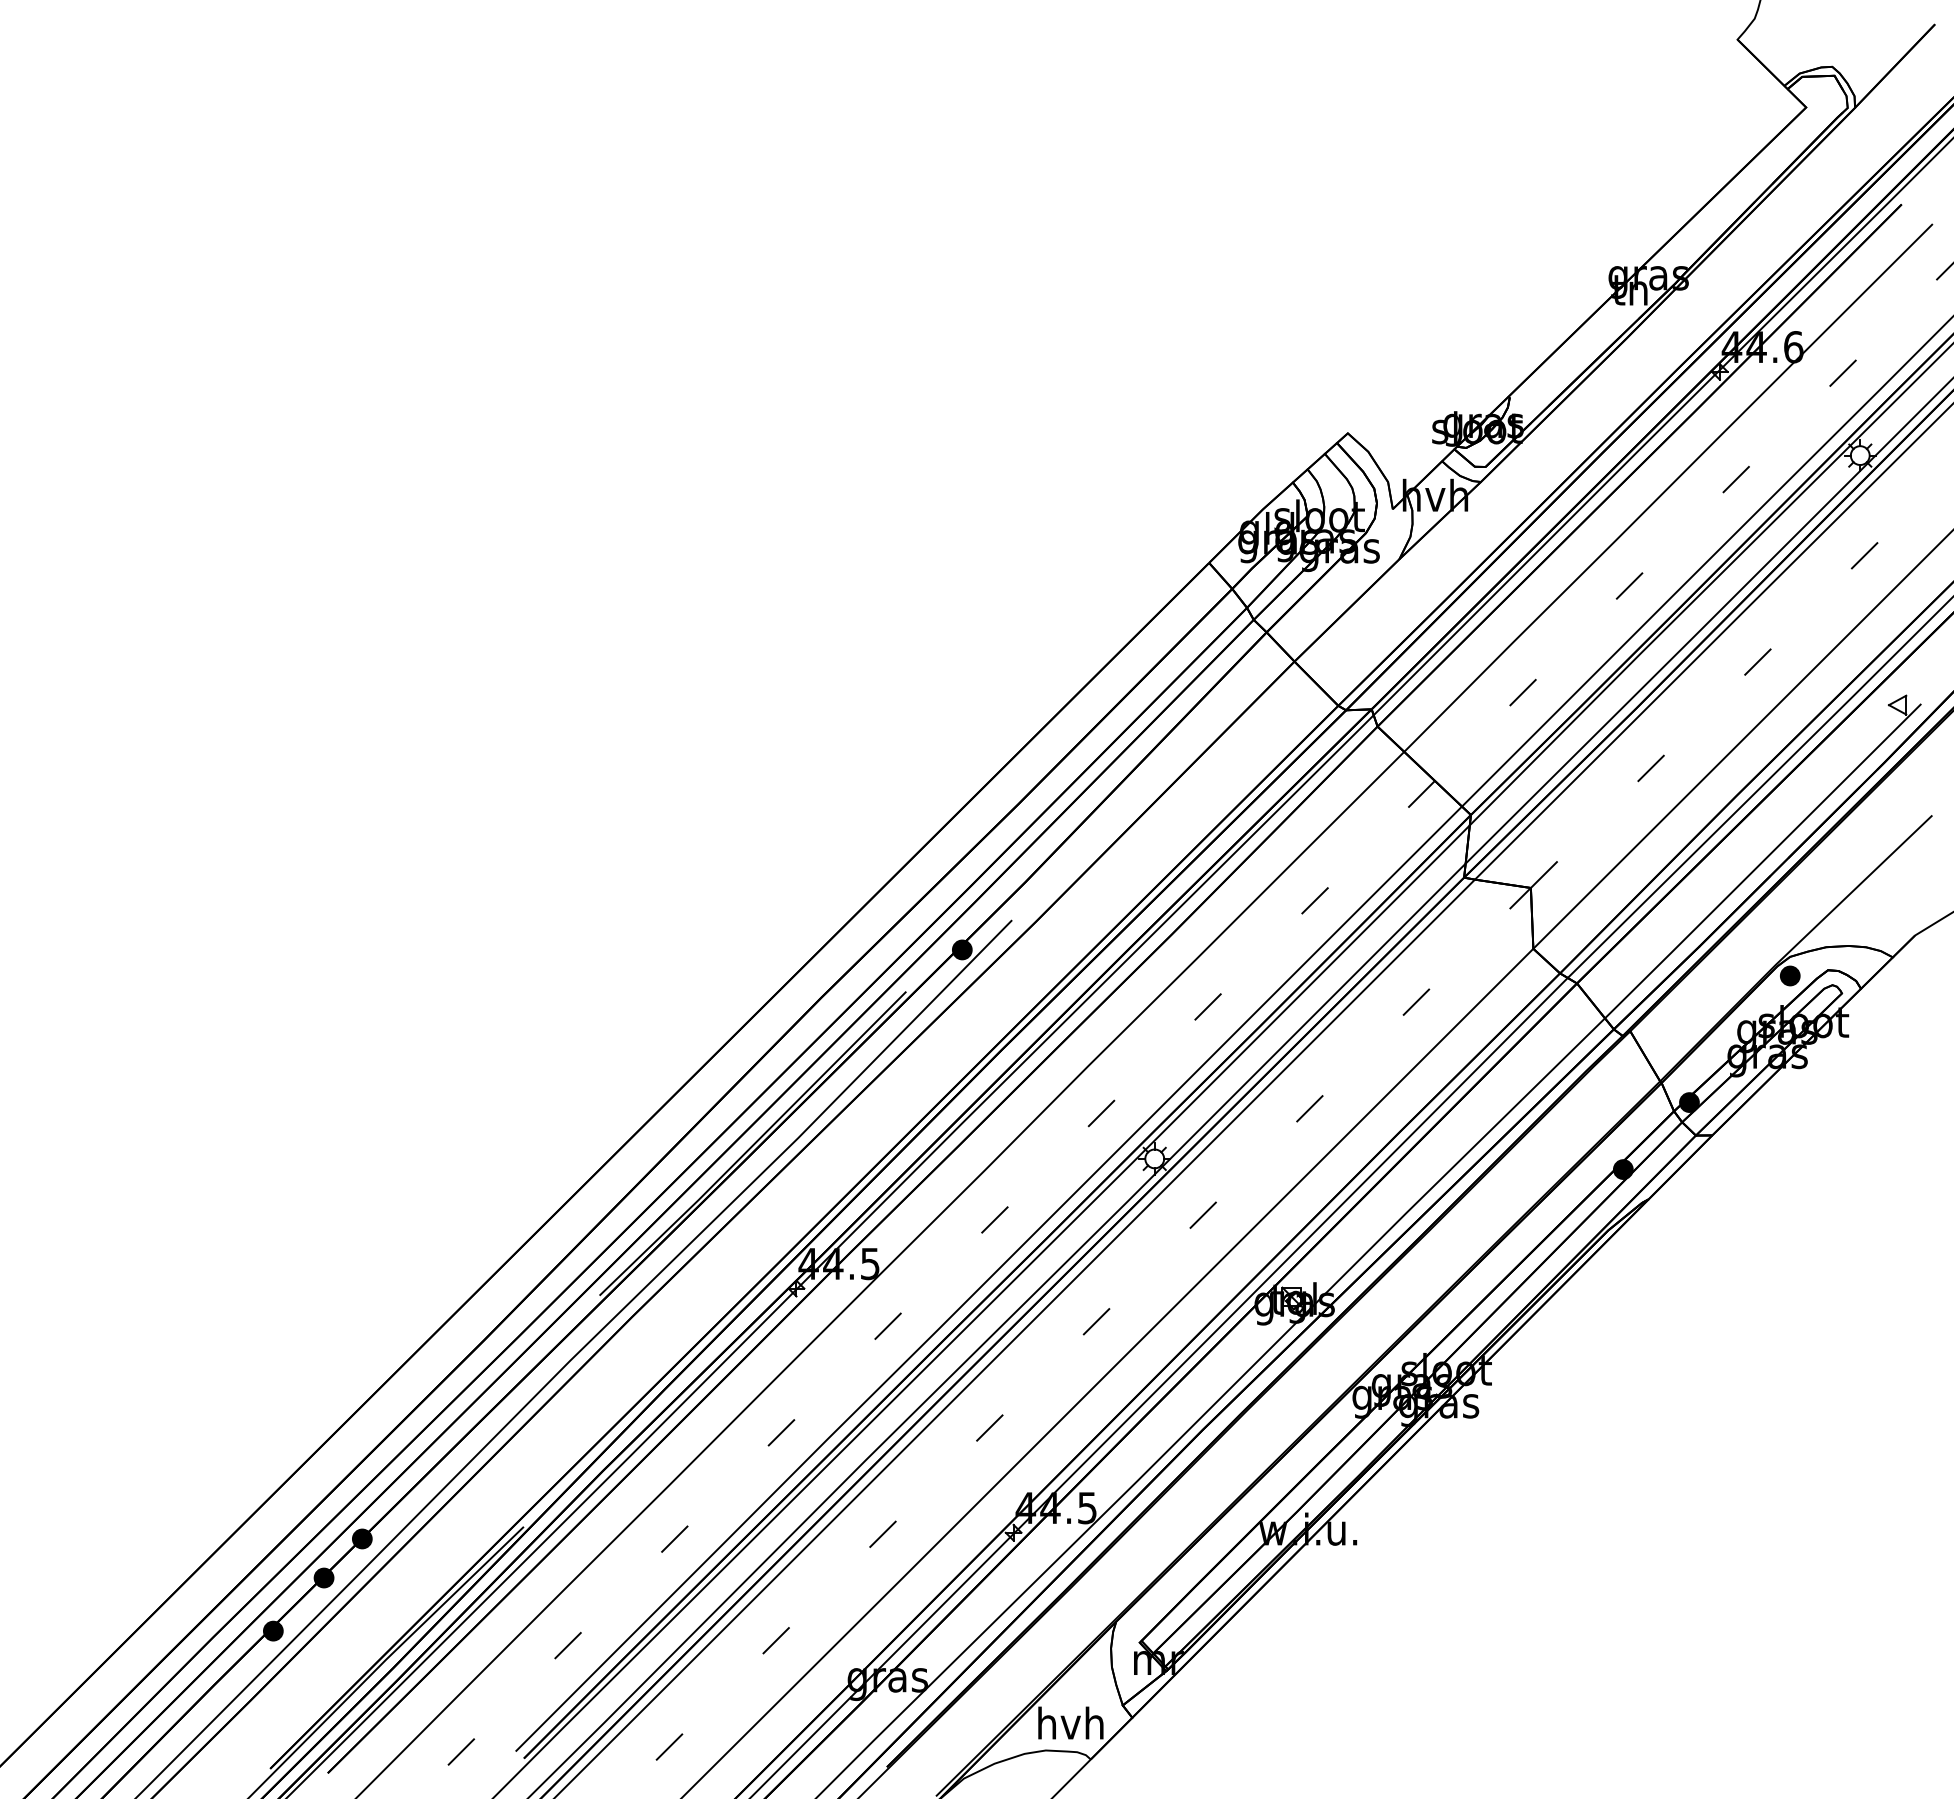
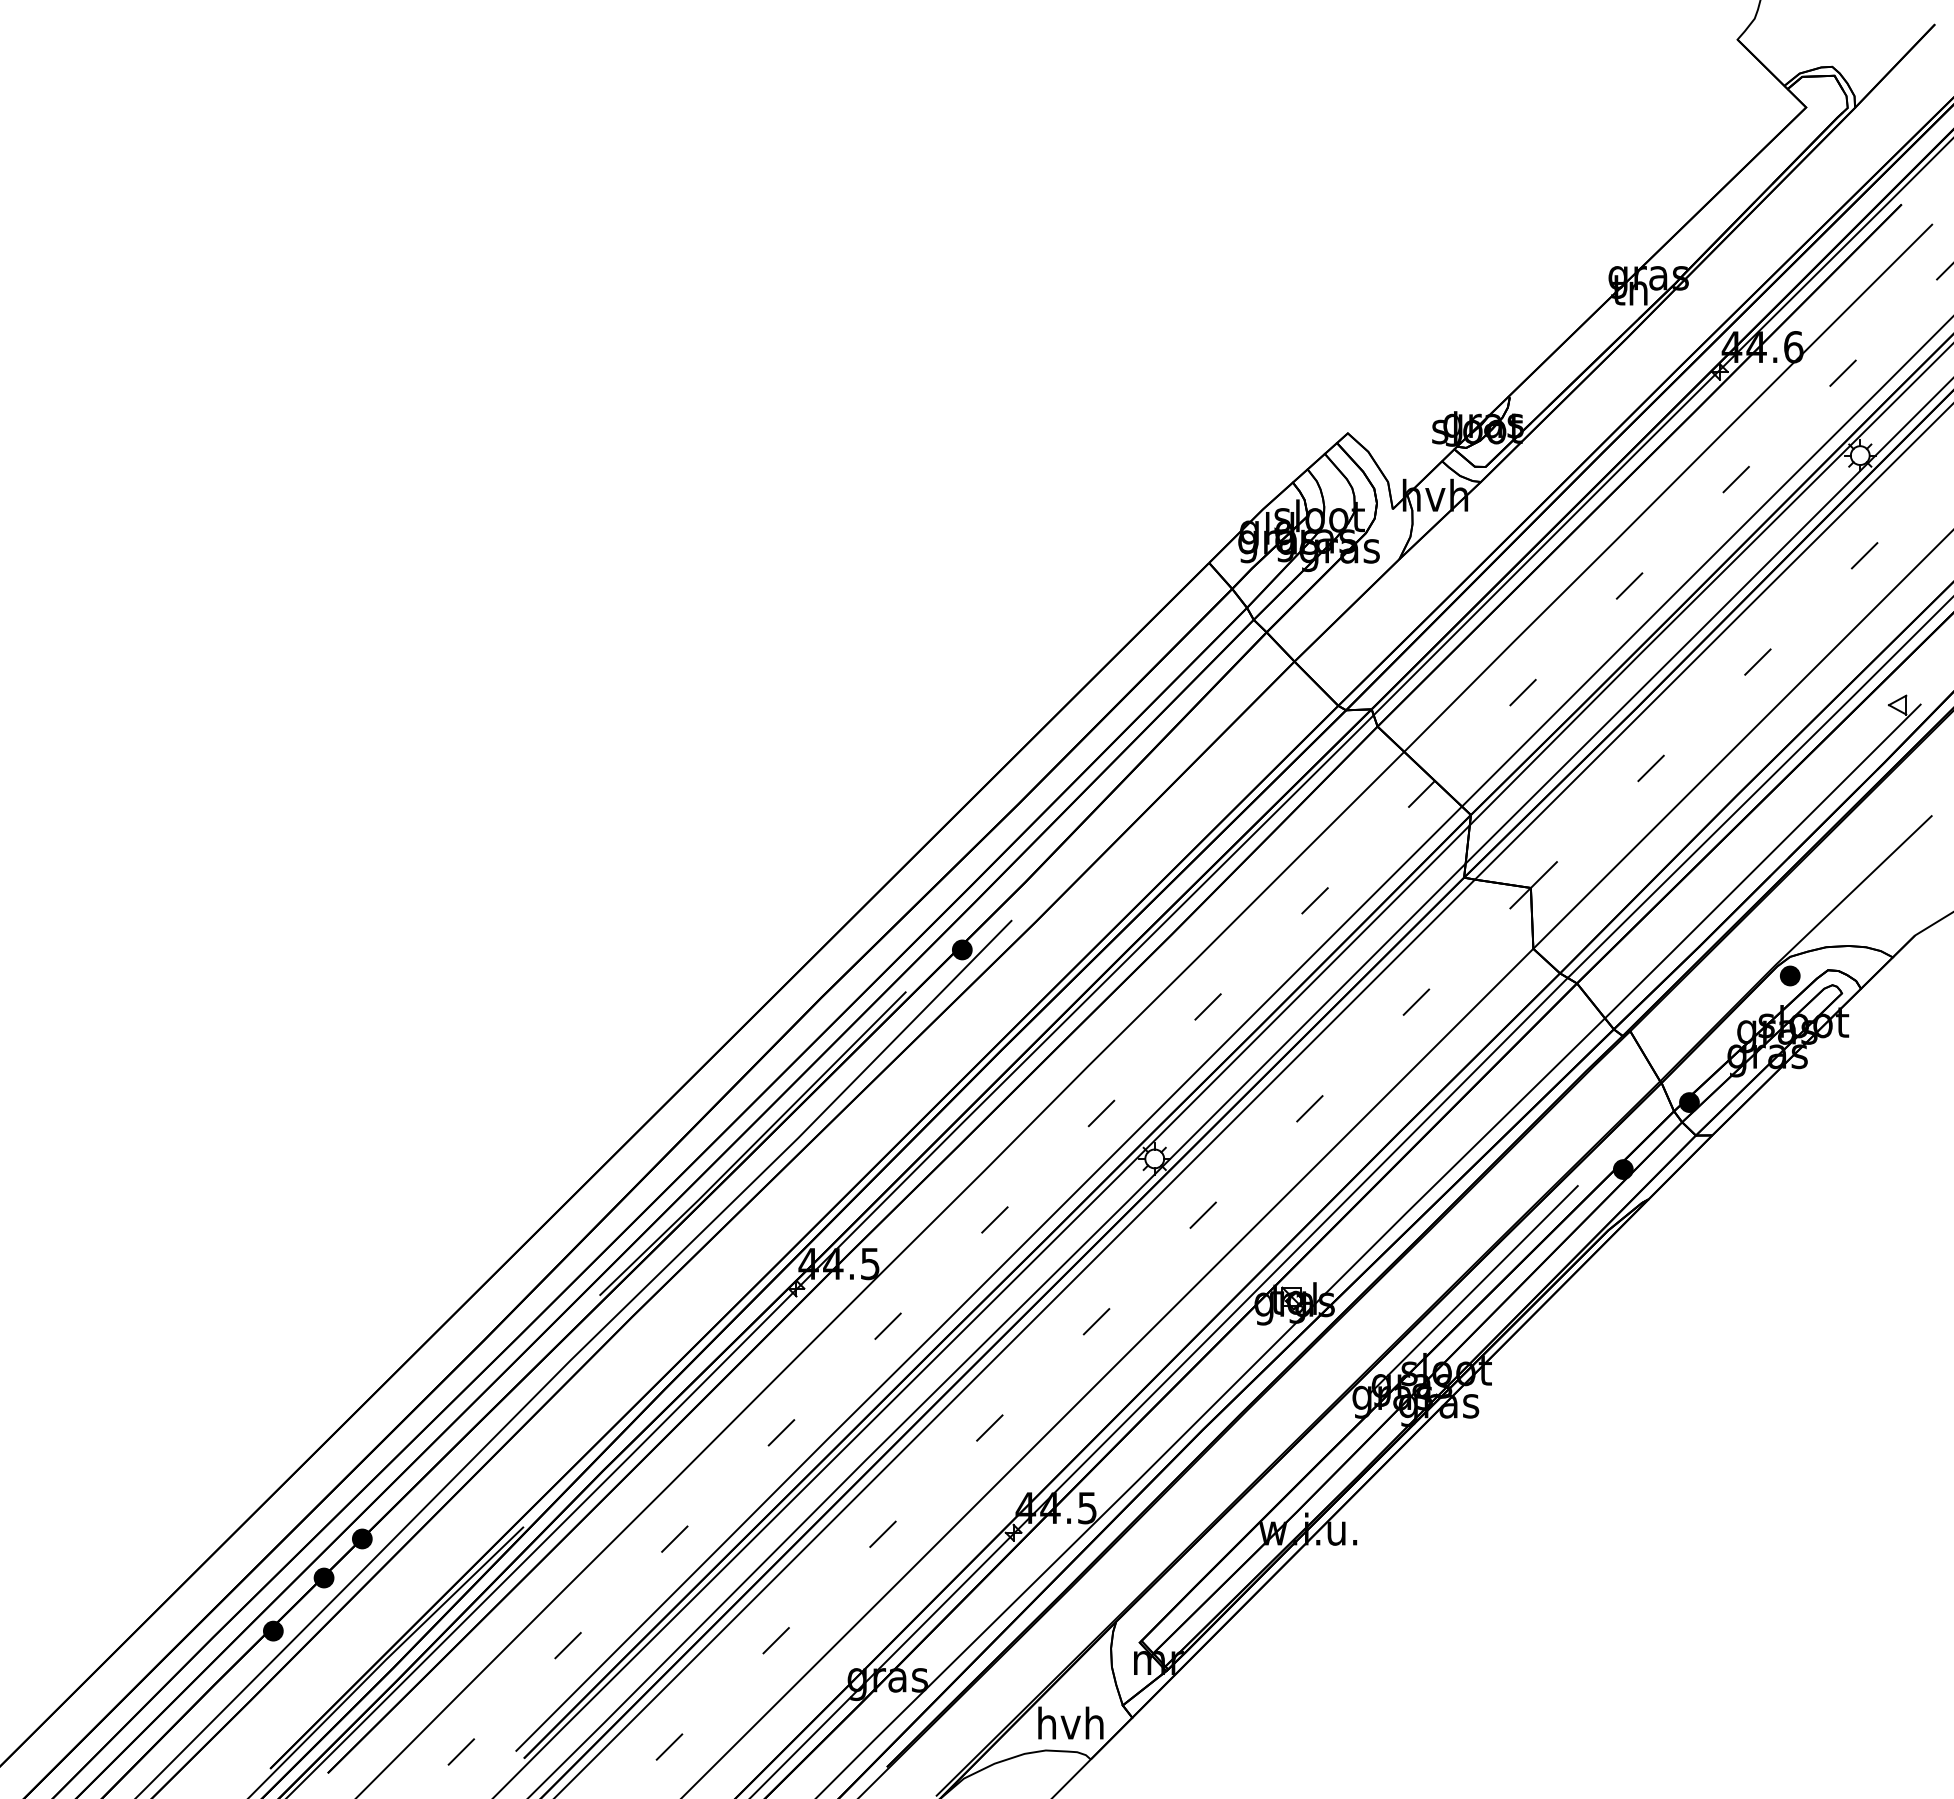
line at (1473, 1289): none -> present
